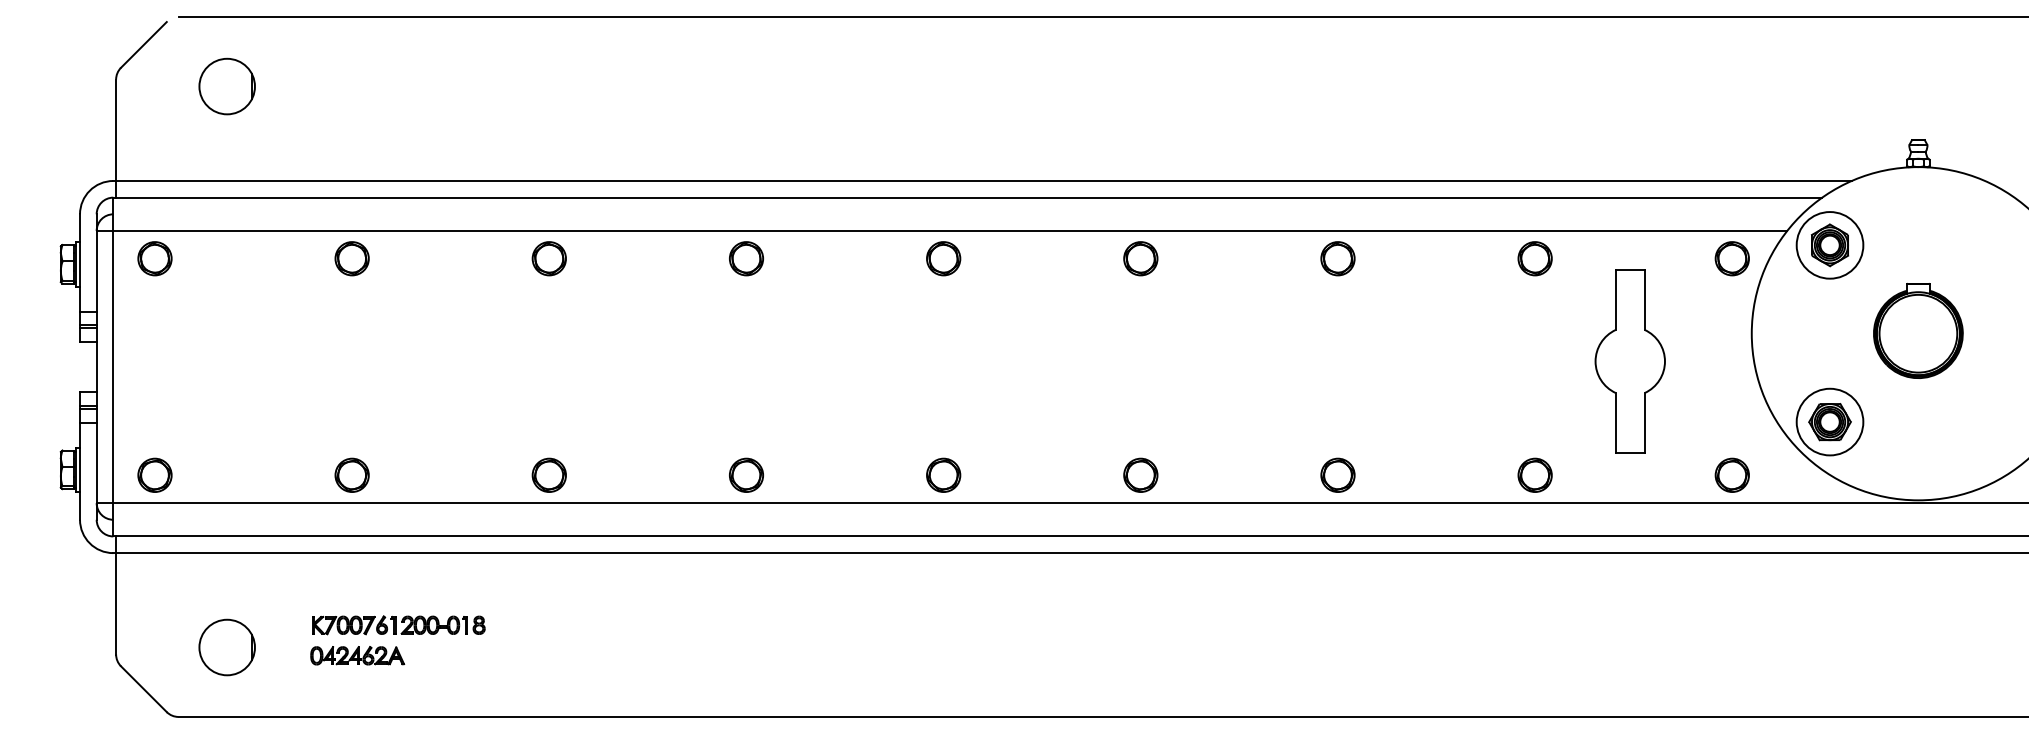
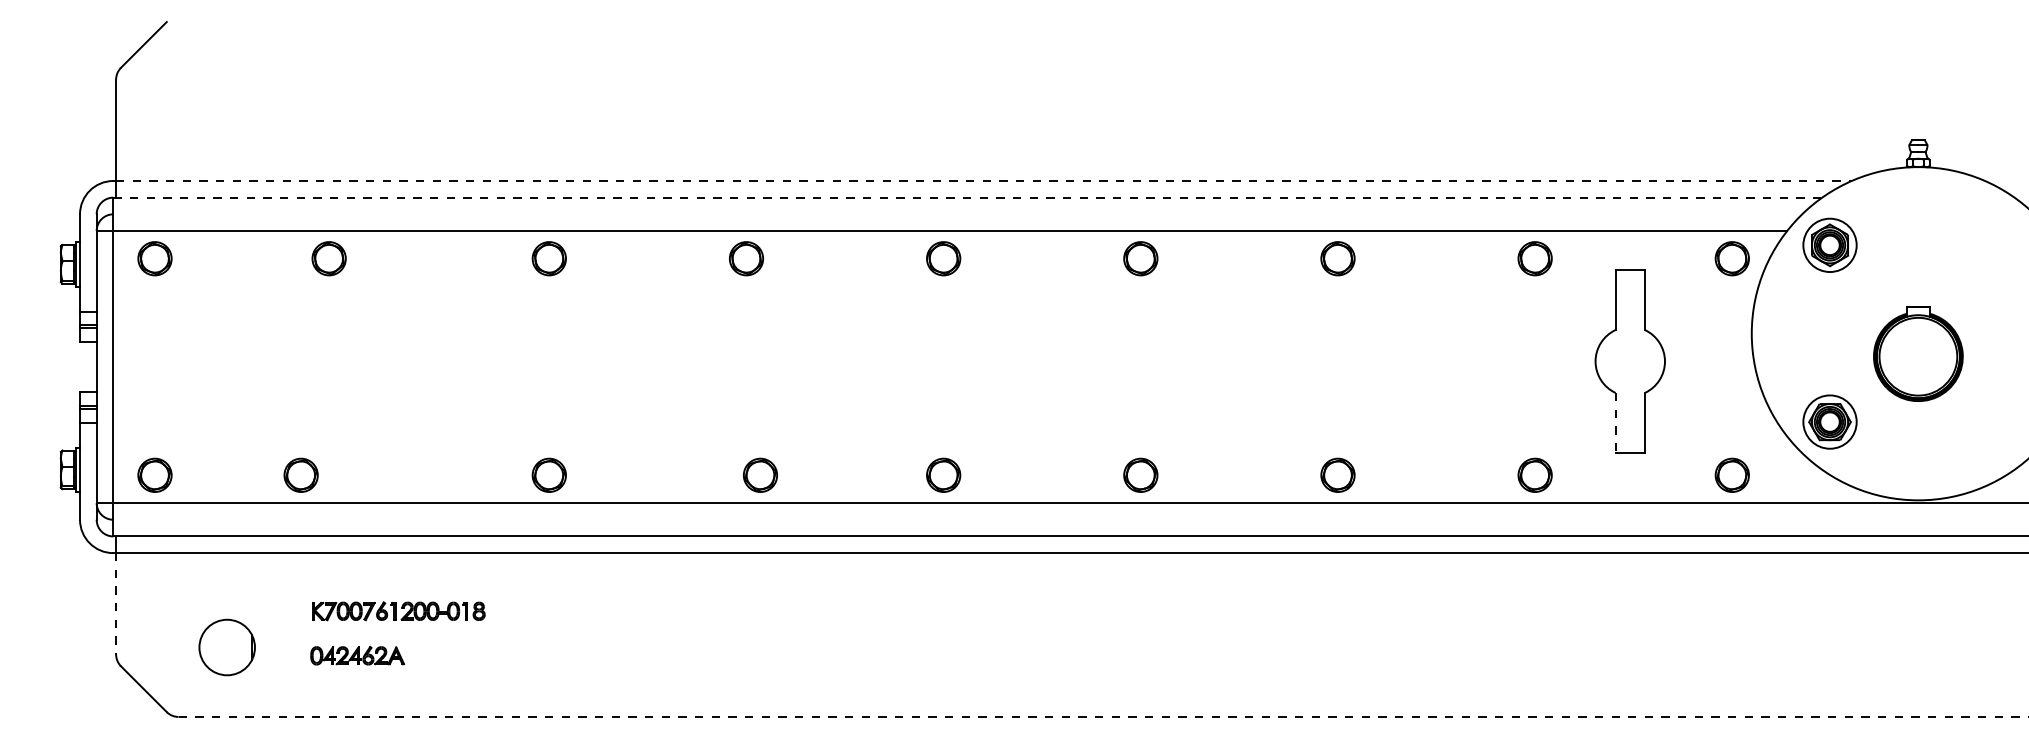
line at (1101, 17): present -> none
part at (226, 86): present -> none
line at (983, 181): solid -> dashed
line at (968, 197): solid -> dashed
circle at (1829, 245) diameter: 67 px -> 53 px
part at (351, 258) position: (351, 258) -> (328, 258)
part at (1918, 330) position: (1918, 330) -> (1918, 353)
circle at (1829, 421) diameter: 67 px -> 53 px
line at (1615, 423): solid -> dashed
part at (351, 474) position: (351, 474) -> (300, 474)
part at (746, 474) position: (746, 474) -> (760, 474)
line at (116, 603): solid -> dashed
part at (398, 625) position: (398, 625) -> (398, 611)
line at (1103, 716): solid -> dashed
